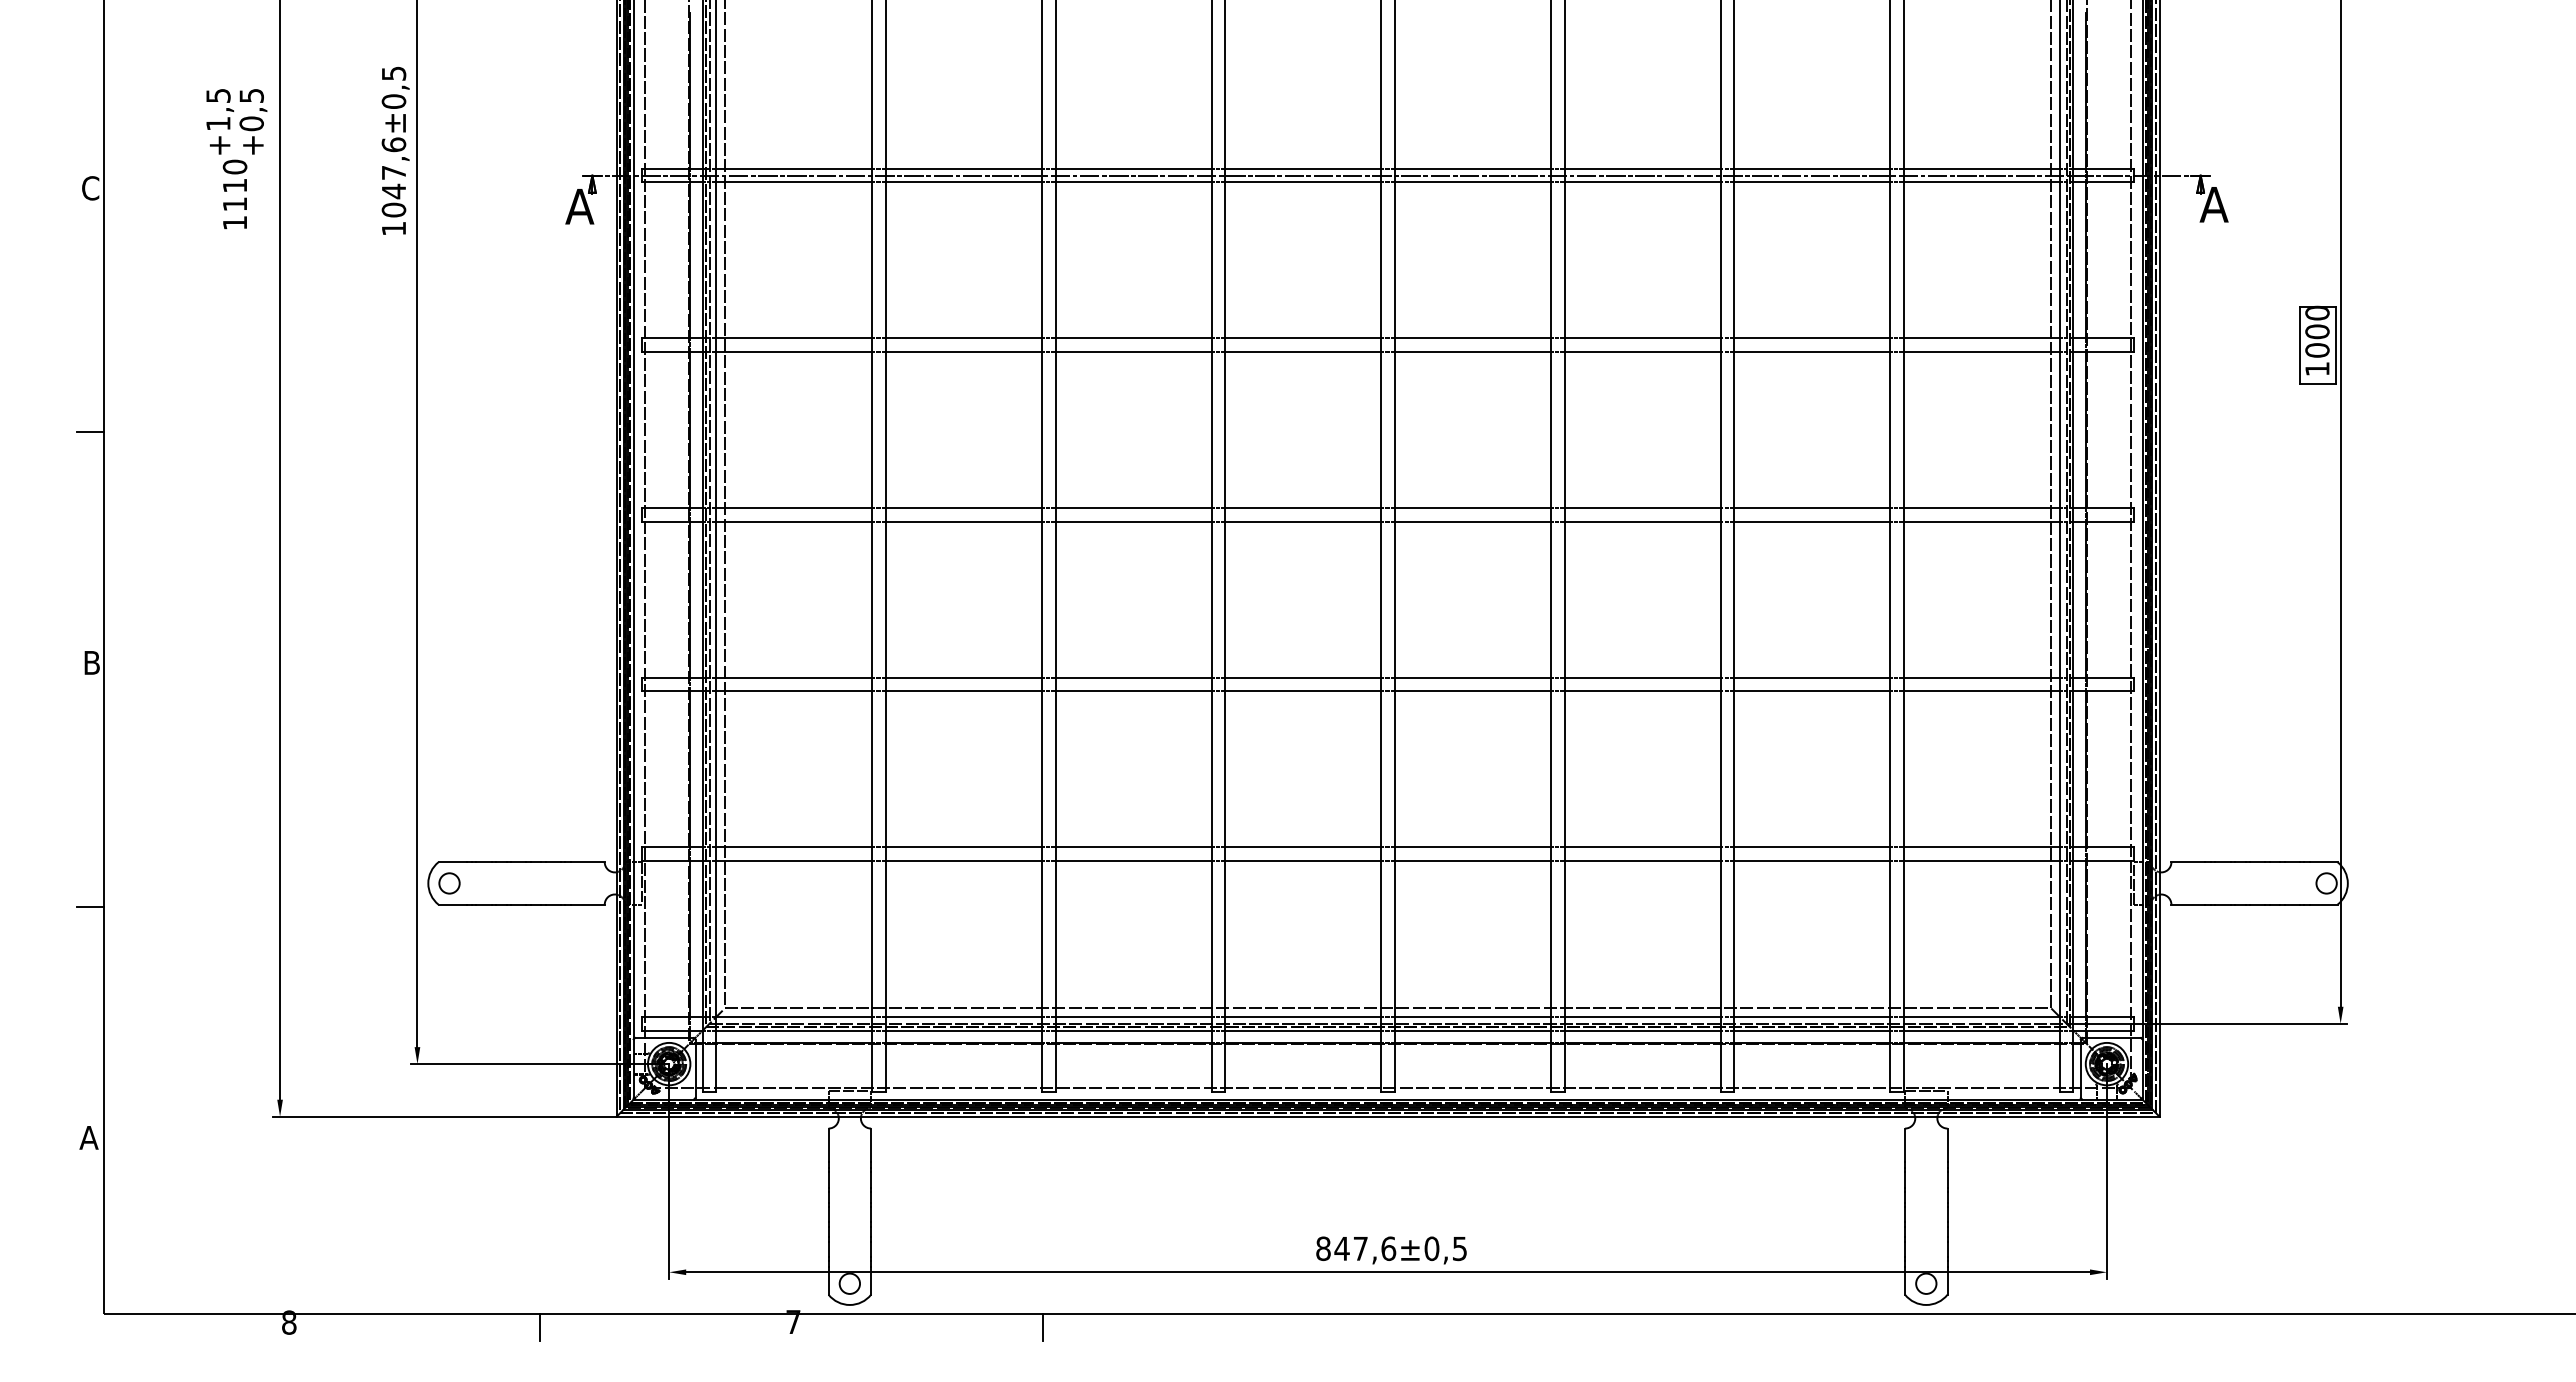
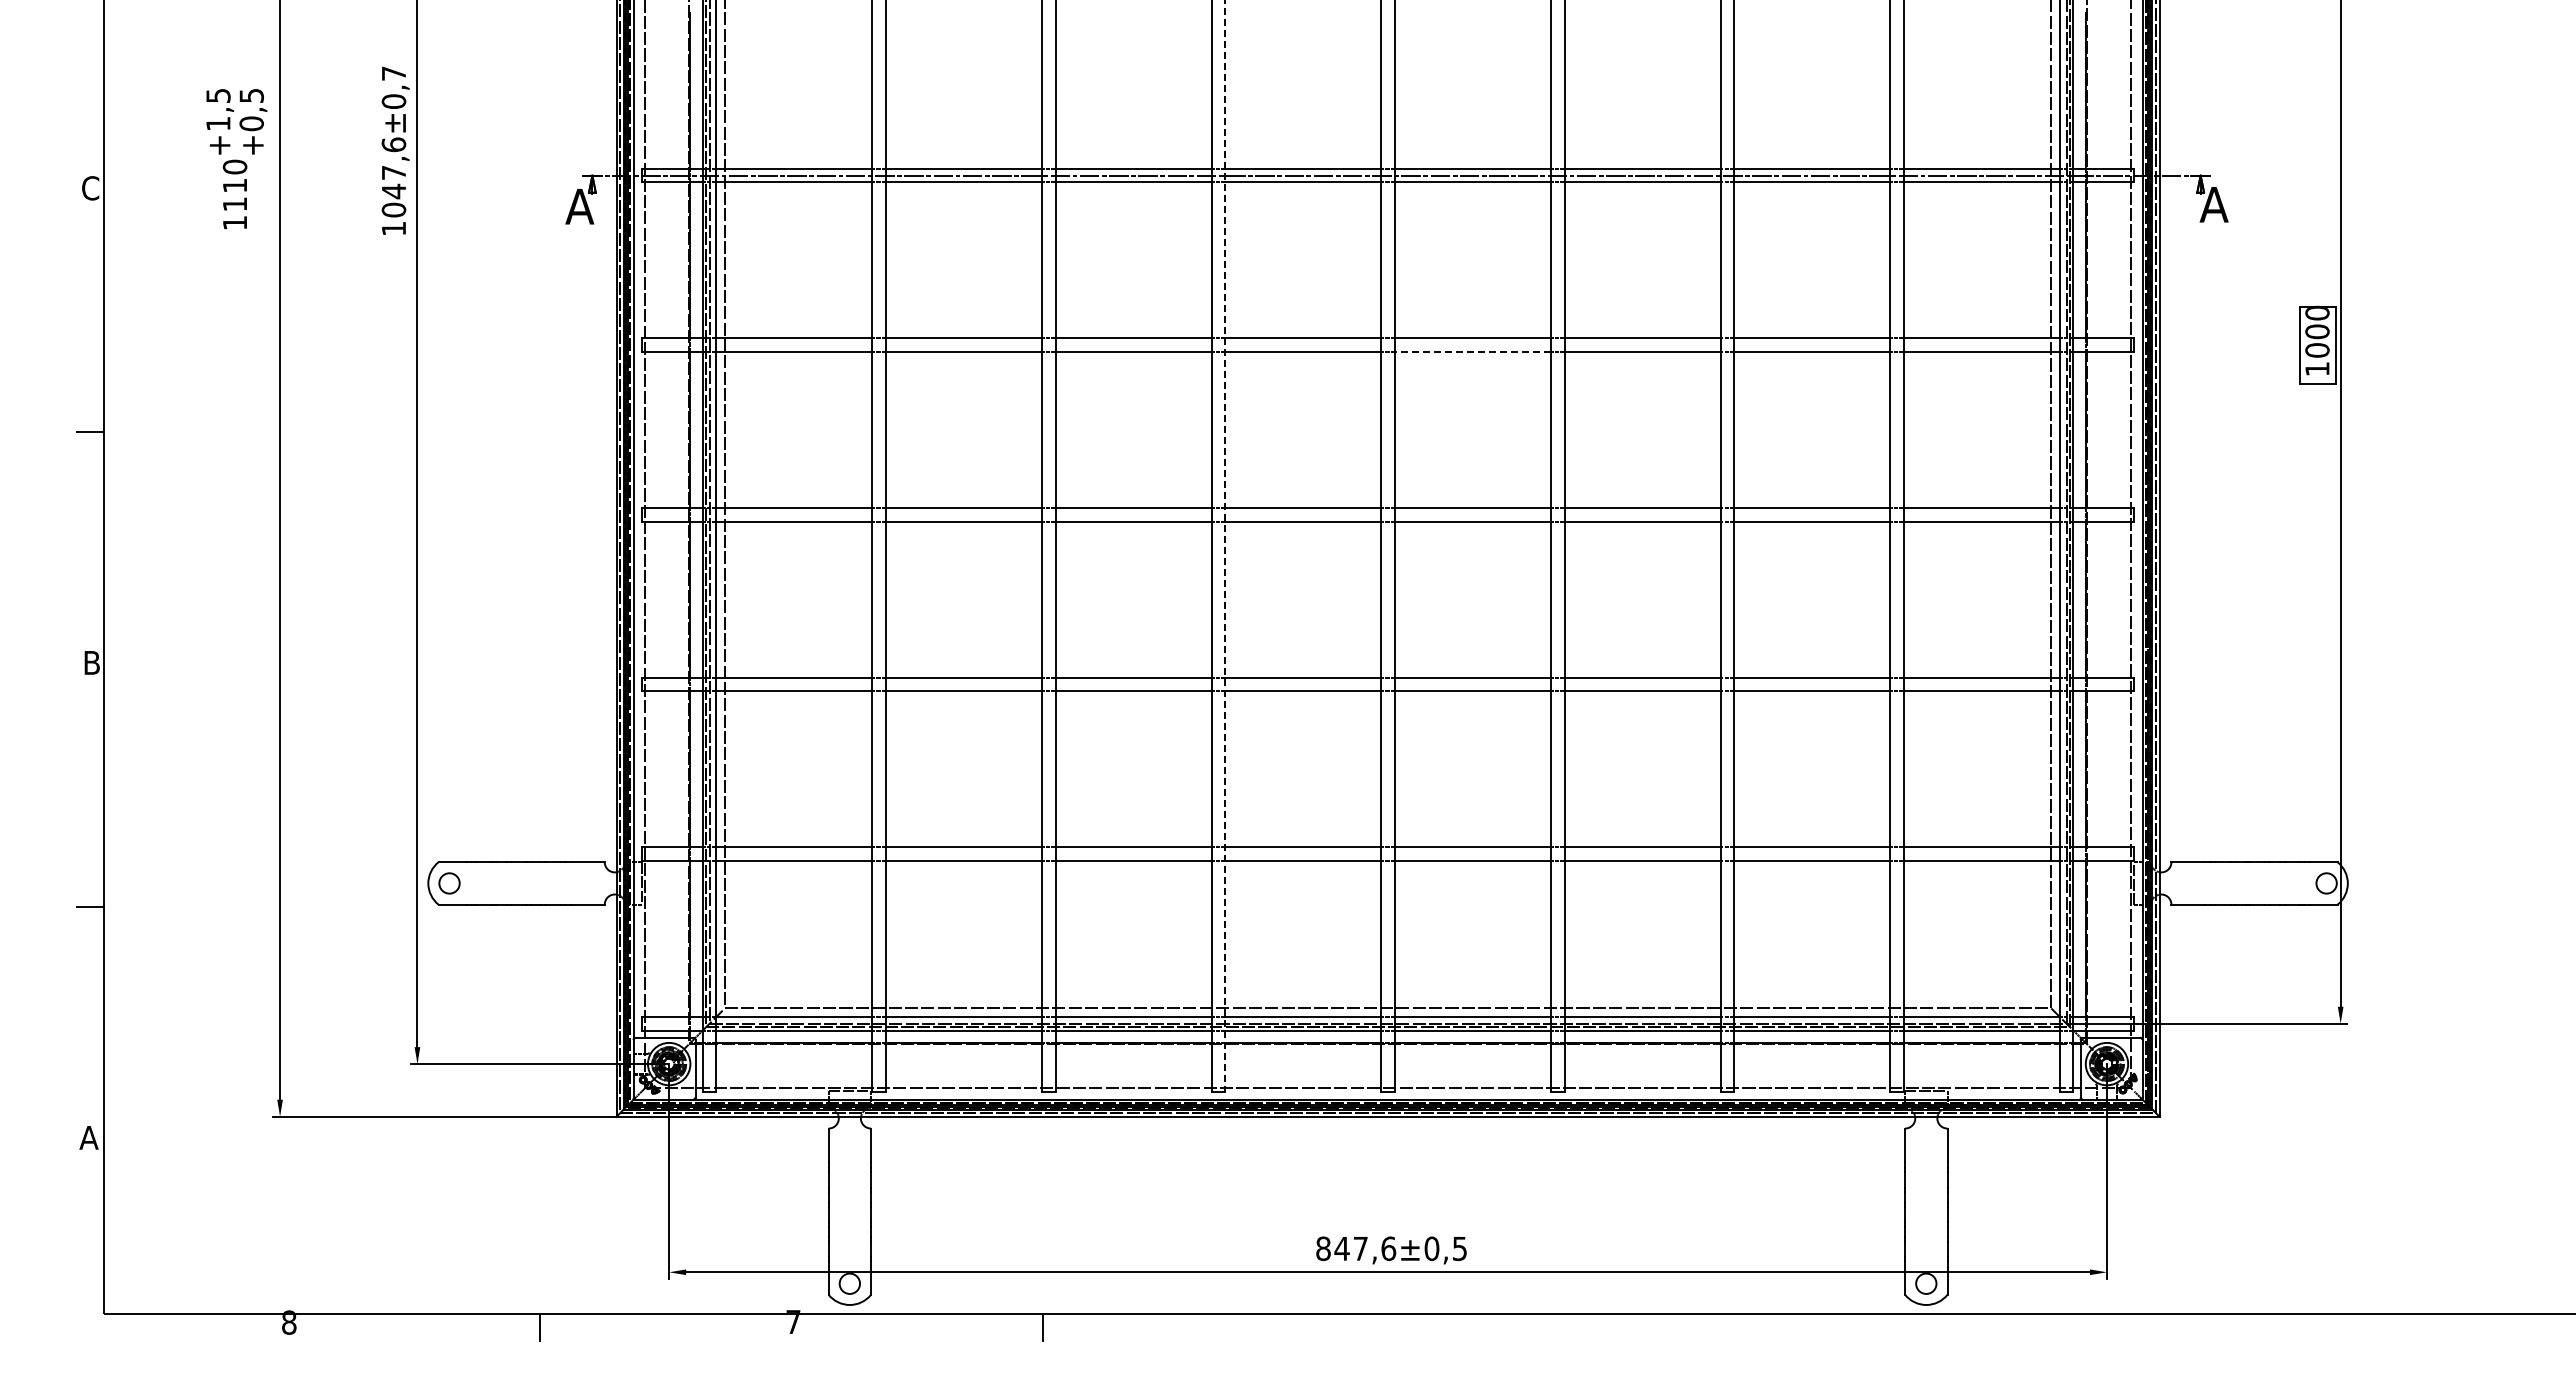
text at (394, 73): ±0,5 -> ±0,7
line at (1472, 352): solid -> dashed
line at (1225, 546): solid -> dashed
